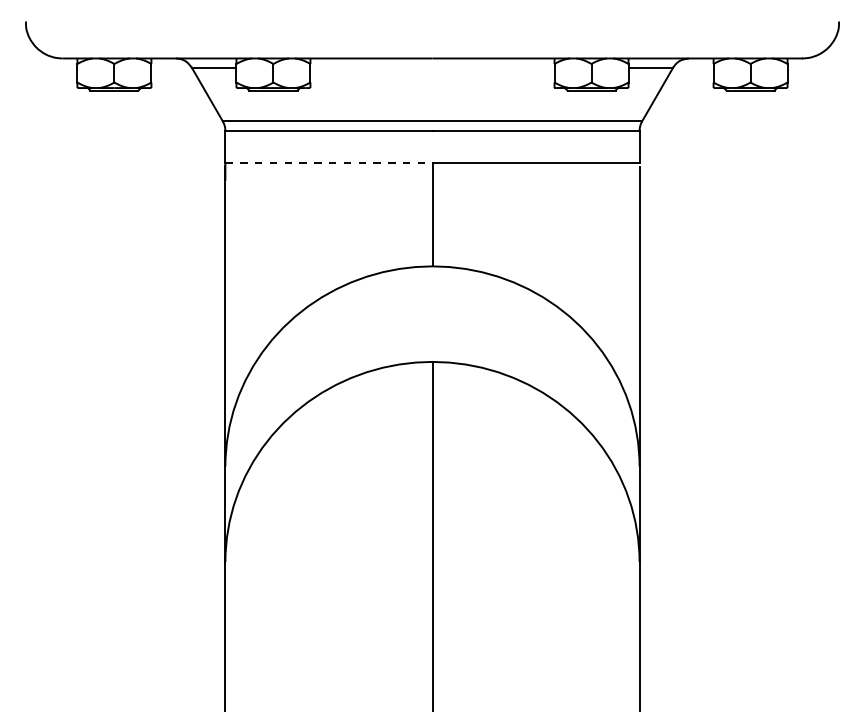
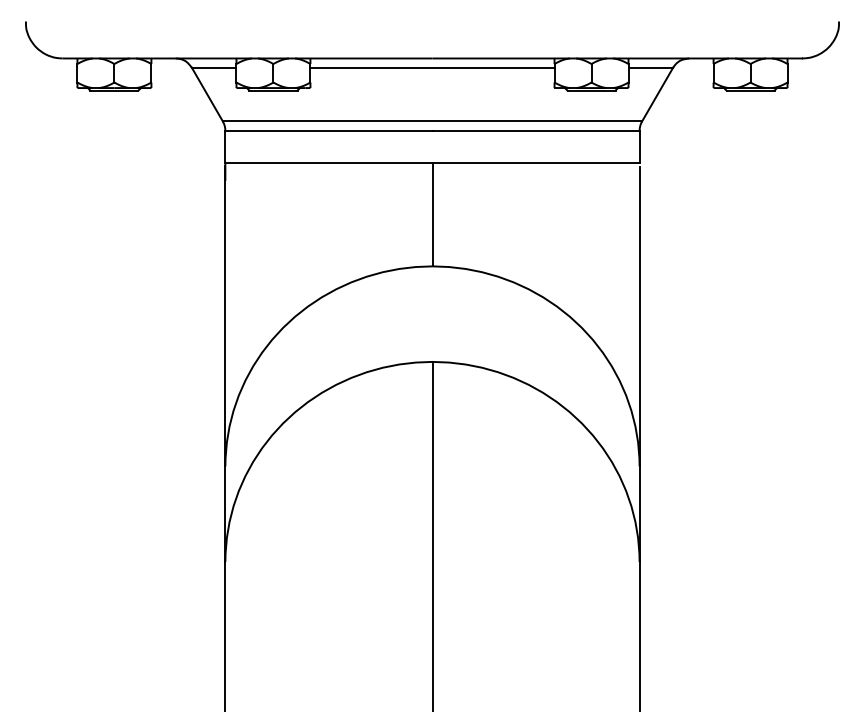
line at (432, 67): none -> present
line at (328, 162): dashed -> solid
